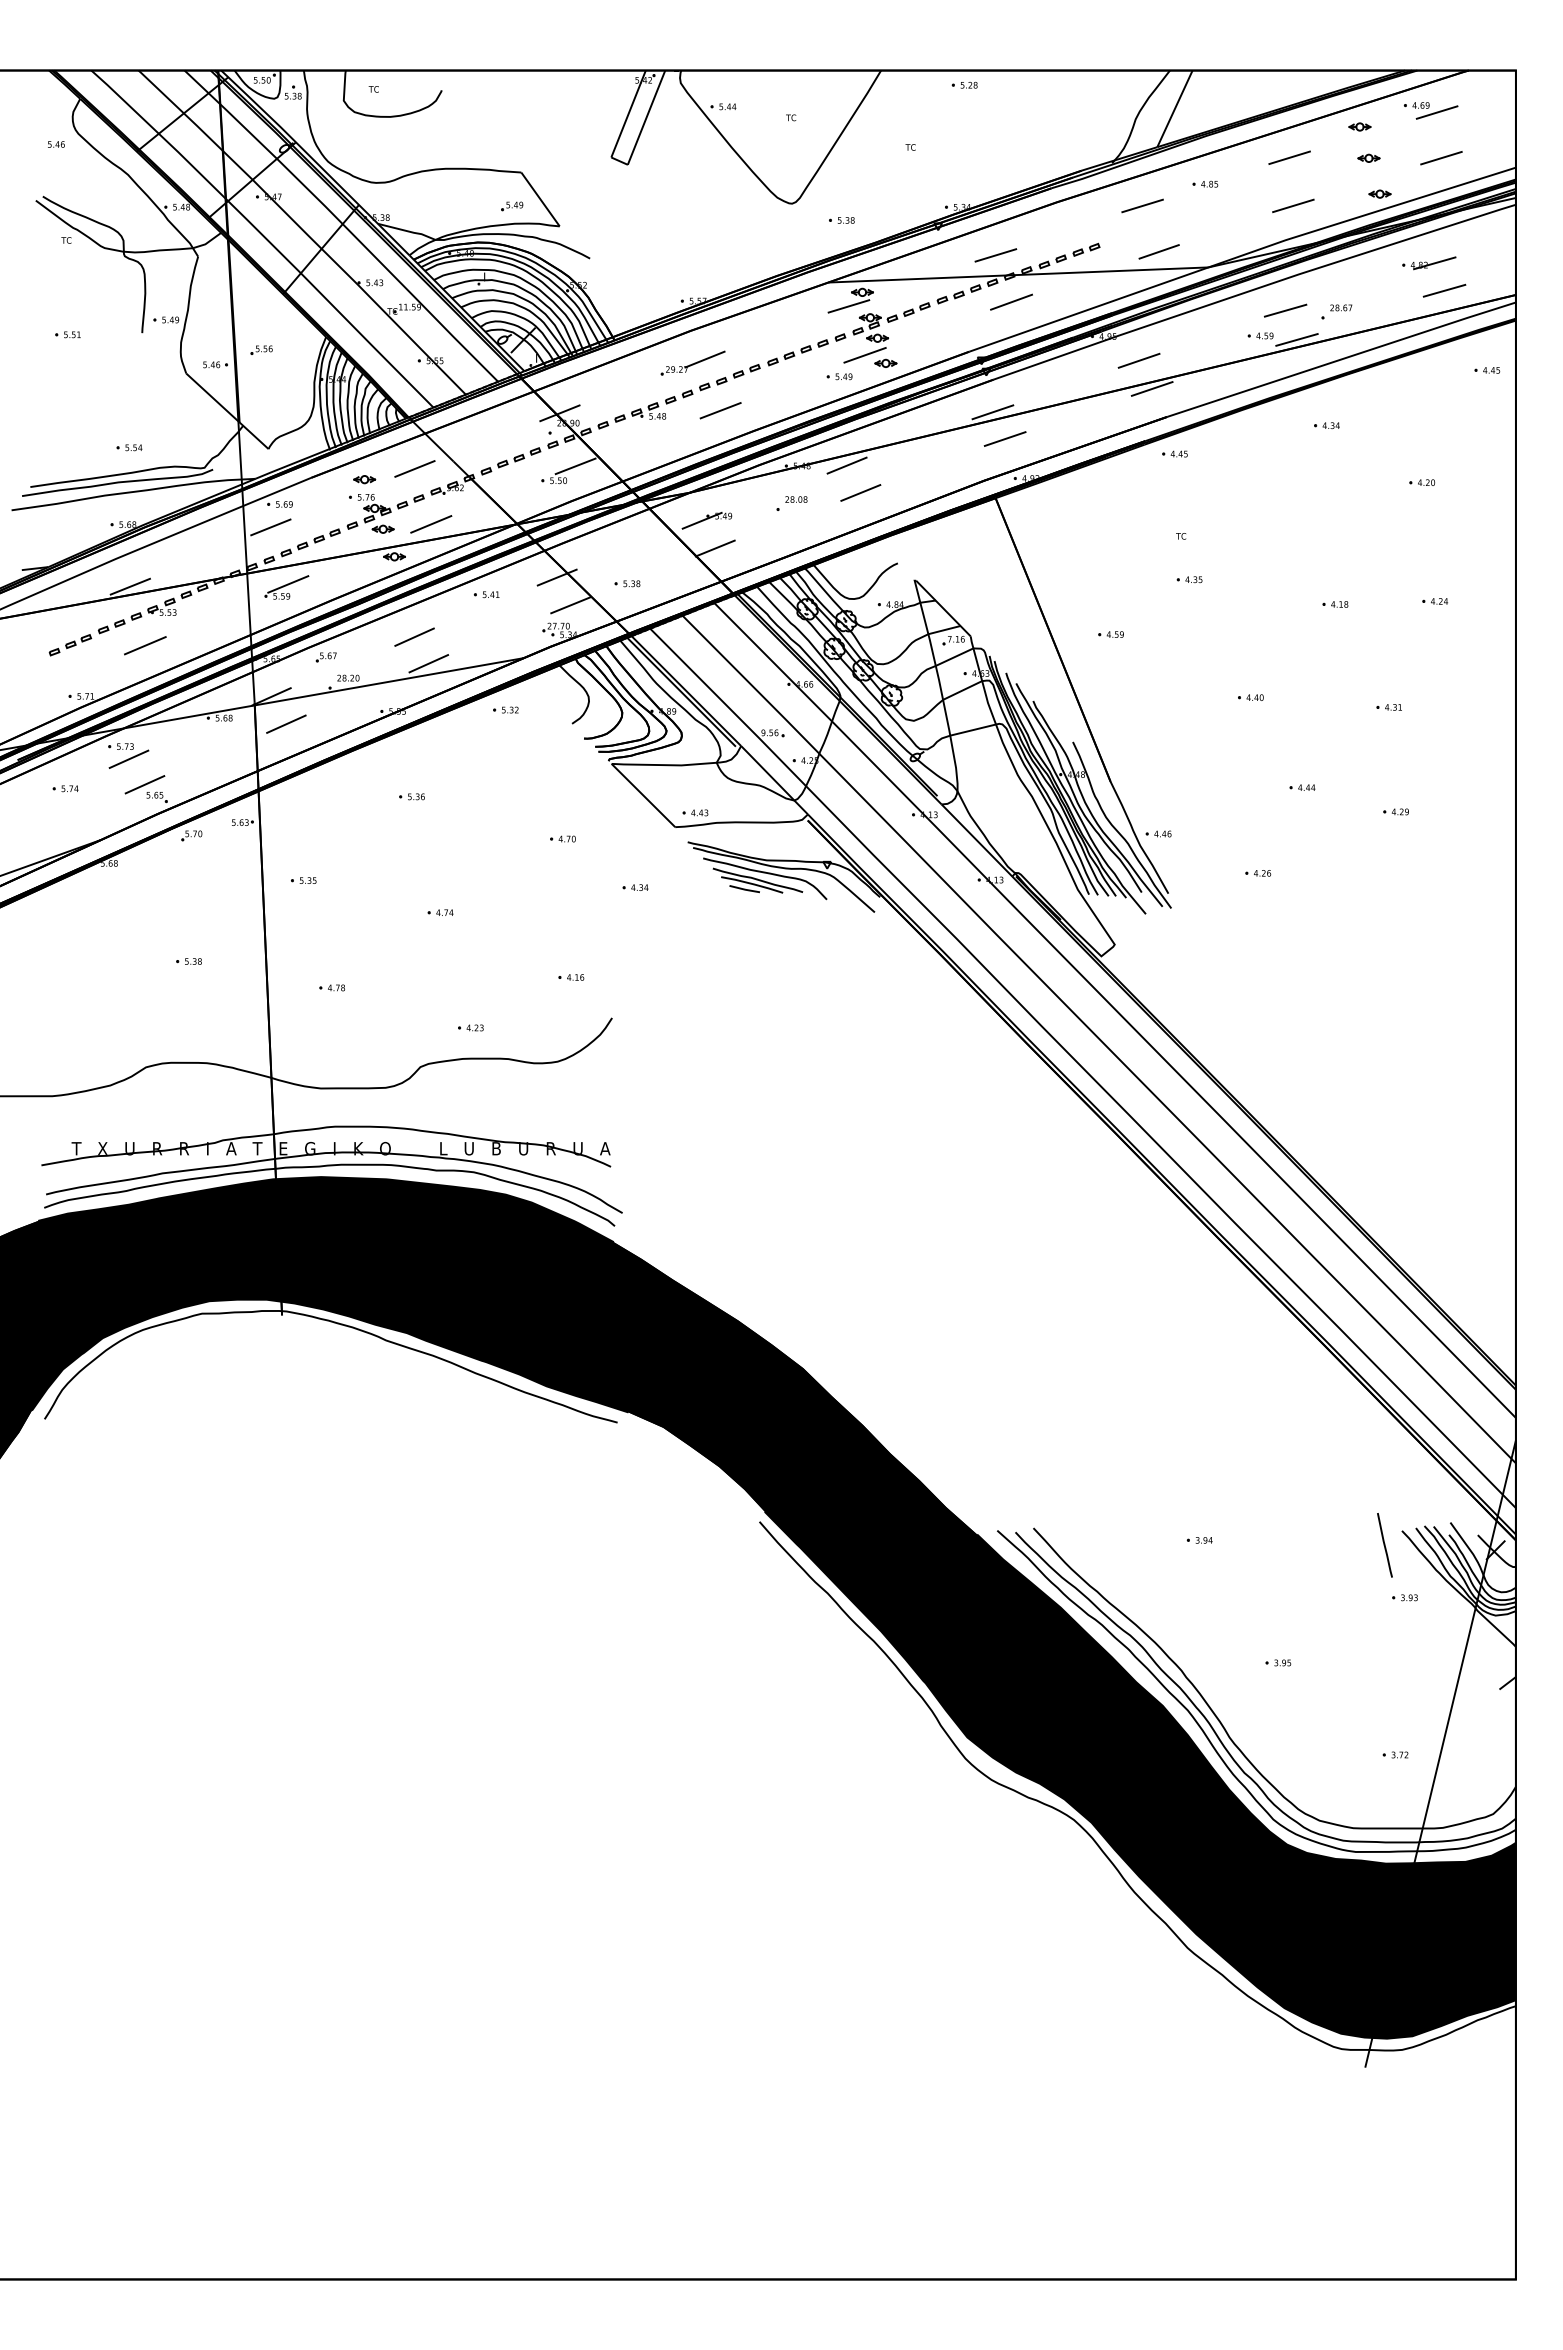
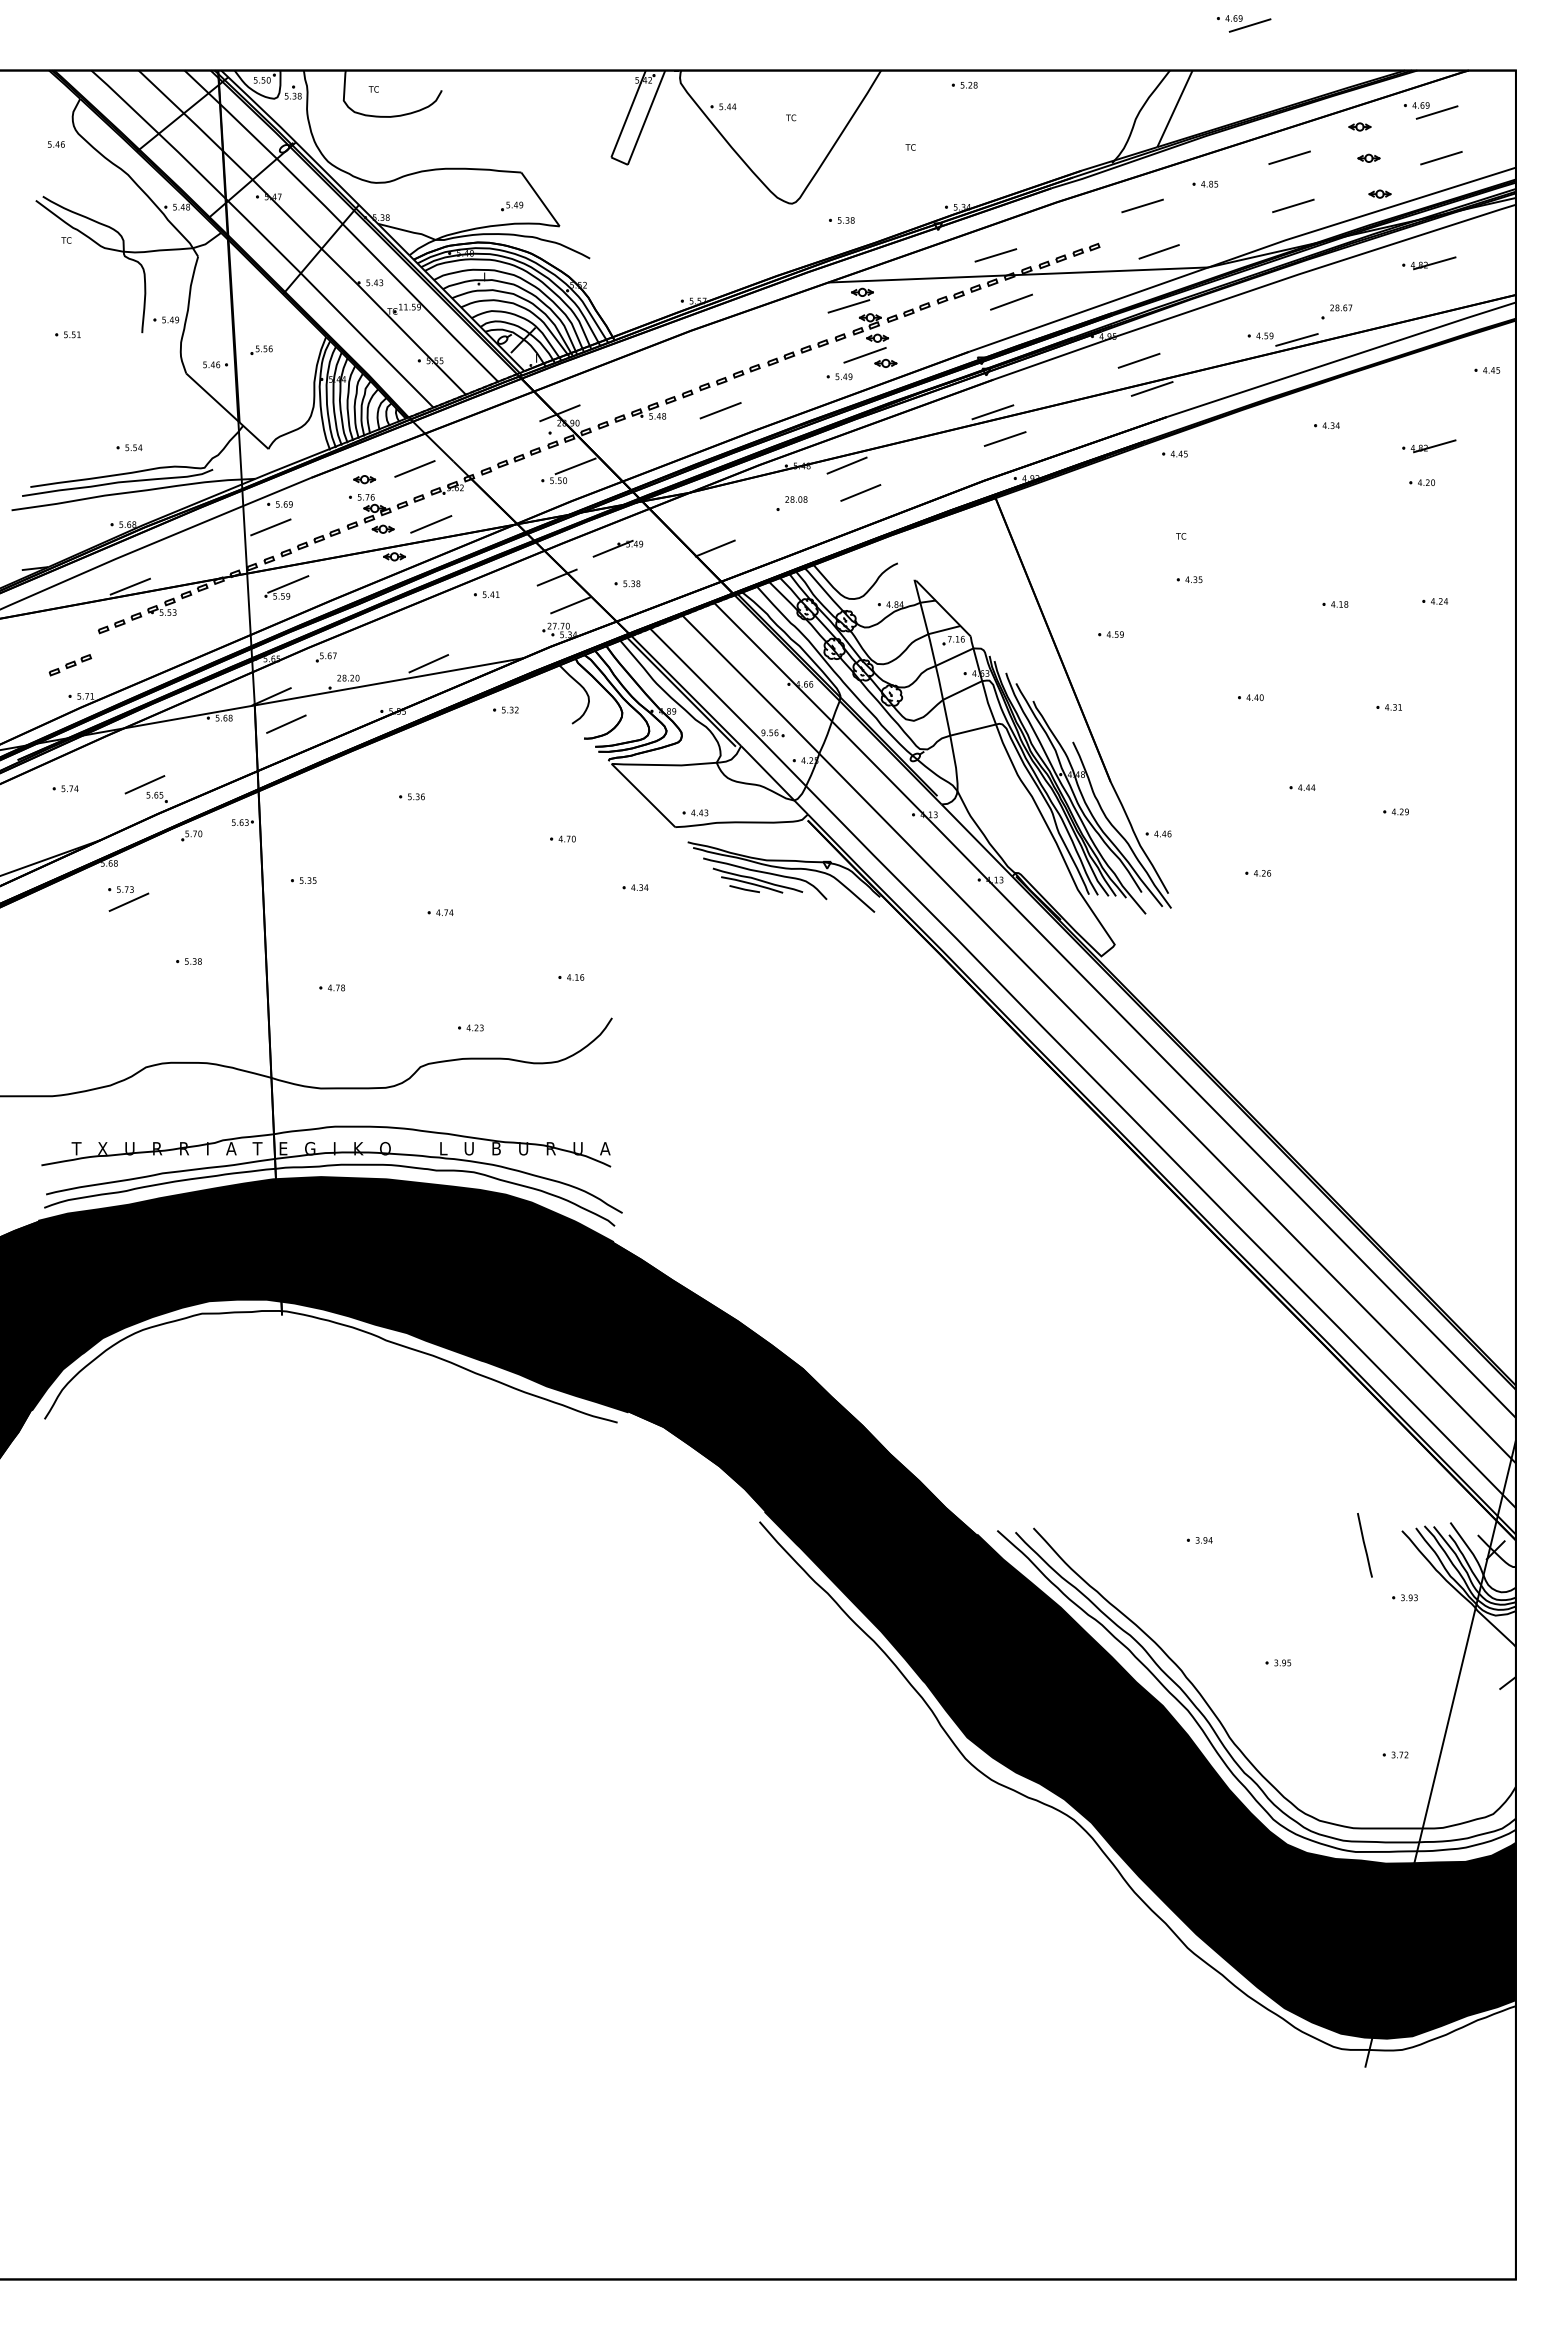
part at (1243, 23): none -> present
line at (1444, 290): present -> none
line at (1285, 310): present -> none
part at (692, 362): present -> none
part at (1429, 446): none -> present
part at (706, 520) position: (706, 520) -> (617, 548)
line at (414, 636): present -> none
part at (70, 645) position: (70, 645) -> (70, 665)
line at (145, 645): present -> none
part at (128, 755) position: (128, 755) -> (128, 898)
line at (1384, 1545) position: (1384, 1545) -> (1364, 1545)
